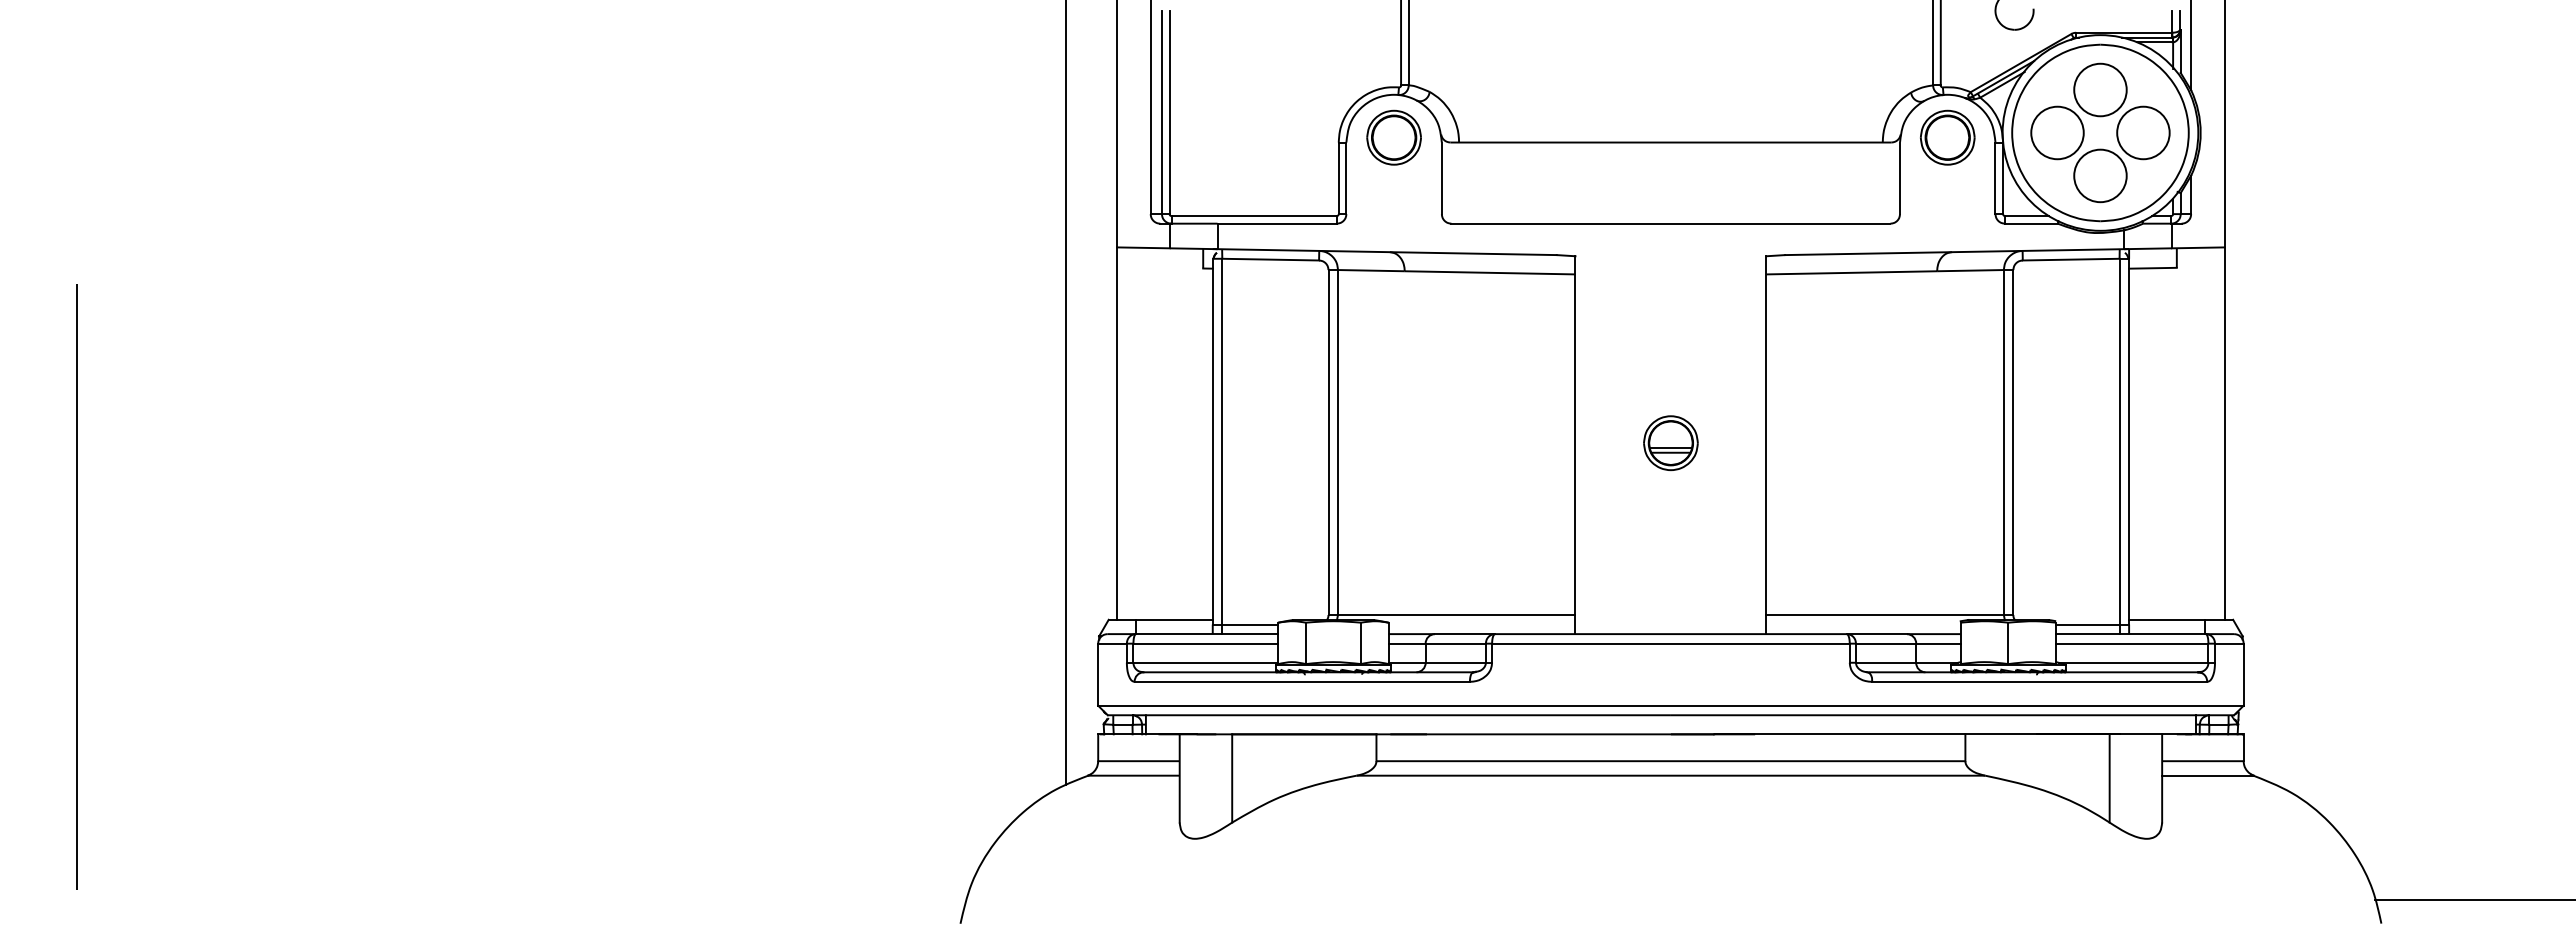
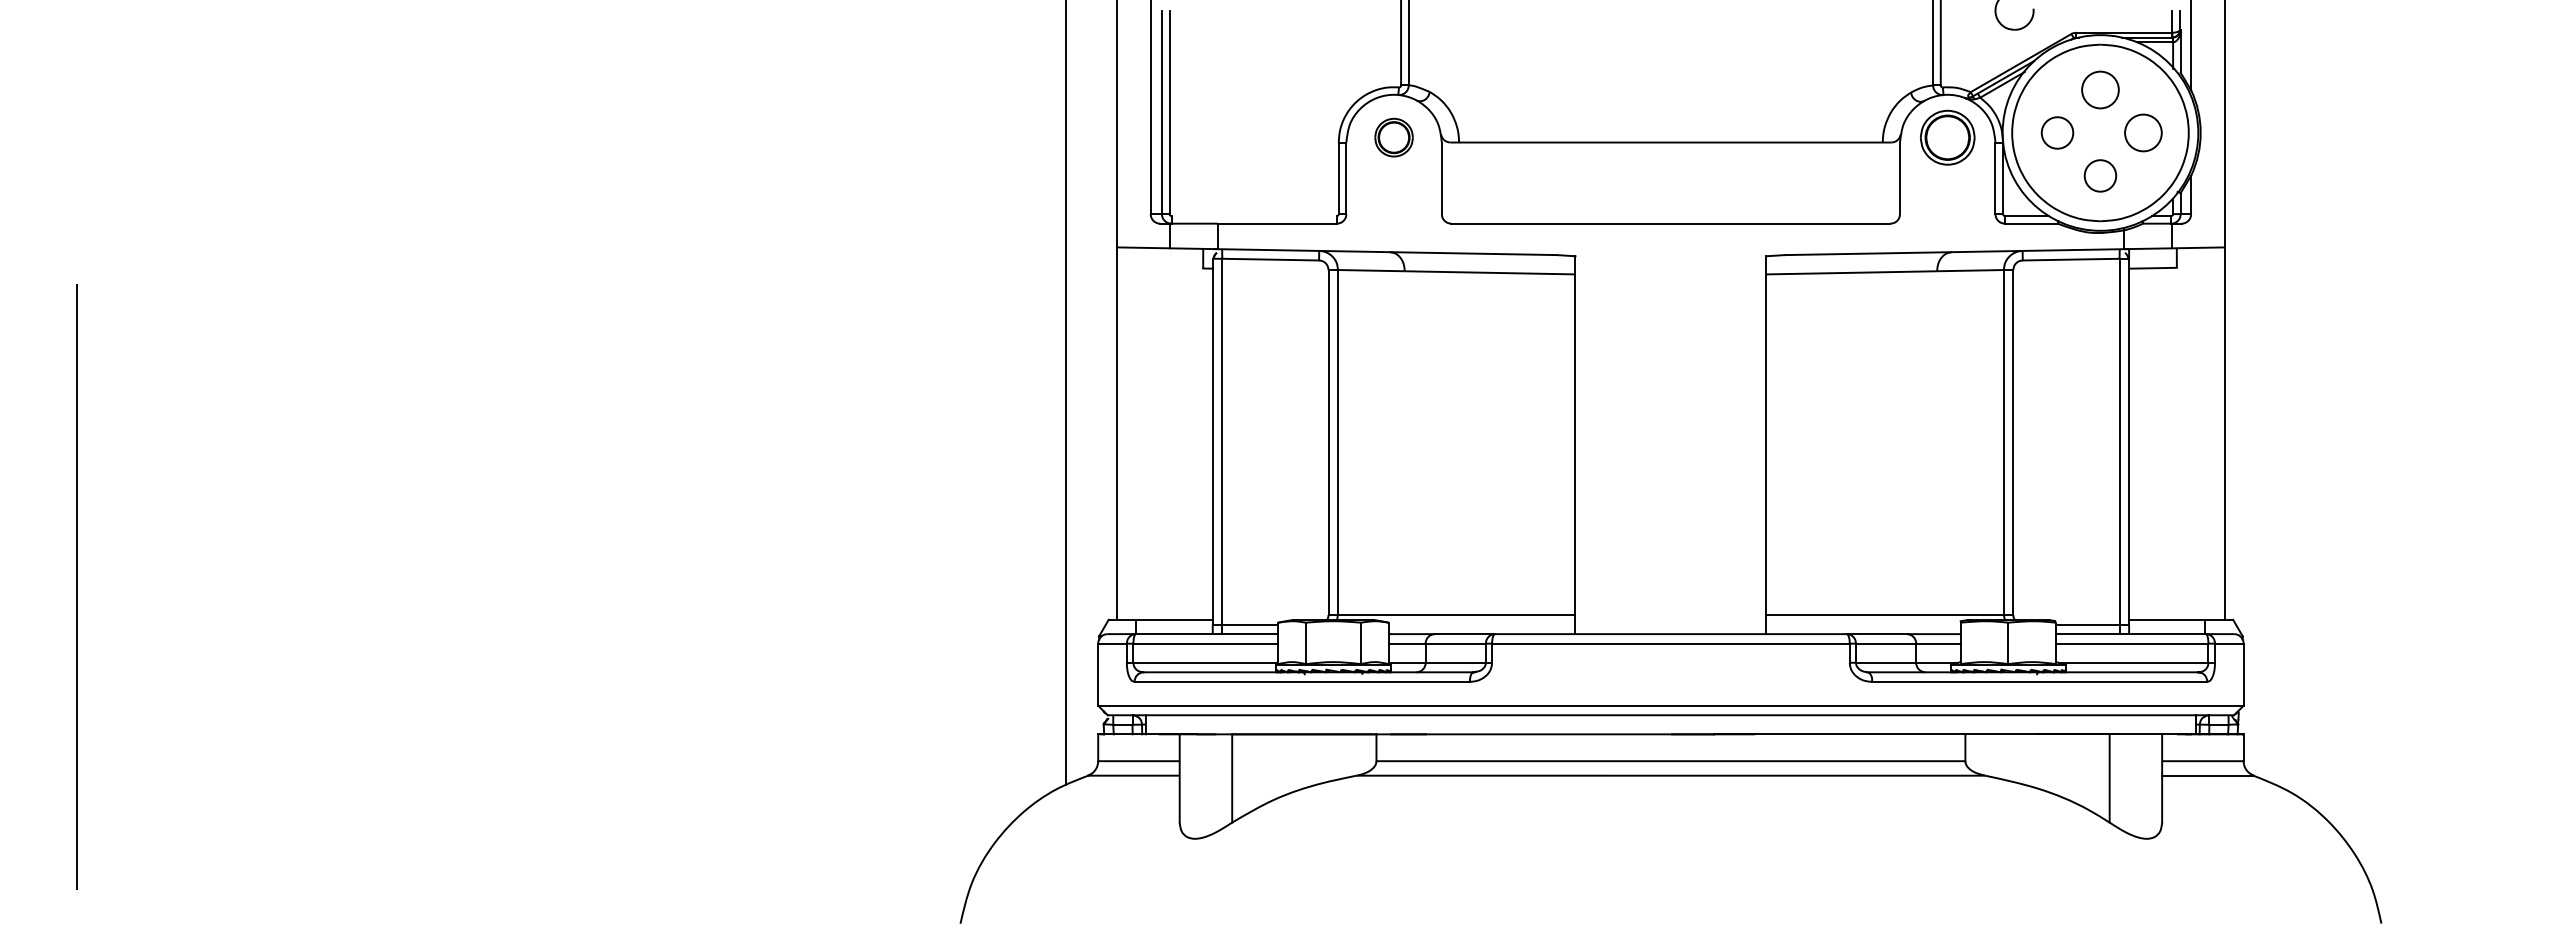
circle at (2100, 89) diameter: 52 px -> 37 px
circle at (2057, 132) diameter: 52 px -> 31 px
circle at (2143, 132) diameter: 52 px -> 37 px
part at (1393, 137) size: 56x57 px -> 40x41 px
circle at (2100, 175) diameter: 52 px -> 31 px
line at (1253, 216): present -> none
part at (1670, 443): present -> none
line at (2473, 900): present -> none
